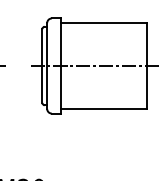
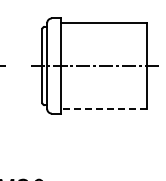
line at (104, 109): solid -> dashed
